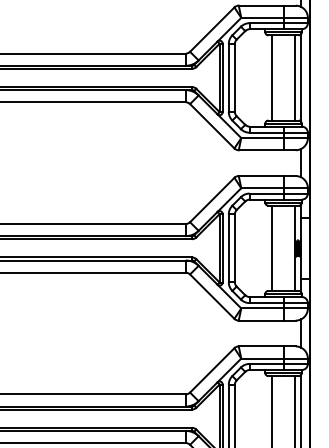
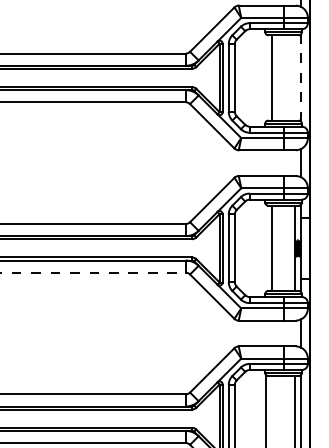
line at (295, 77): present -> none
line at (301, 77): solid -> dashed
line at (93, 272): solid -> dashed
line at (271, 410) position: (271, 410) -> (265, 410)
